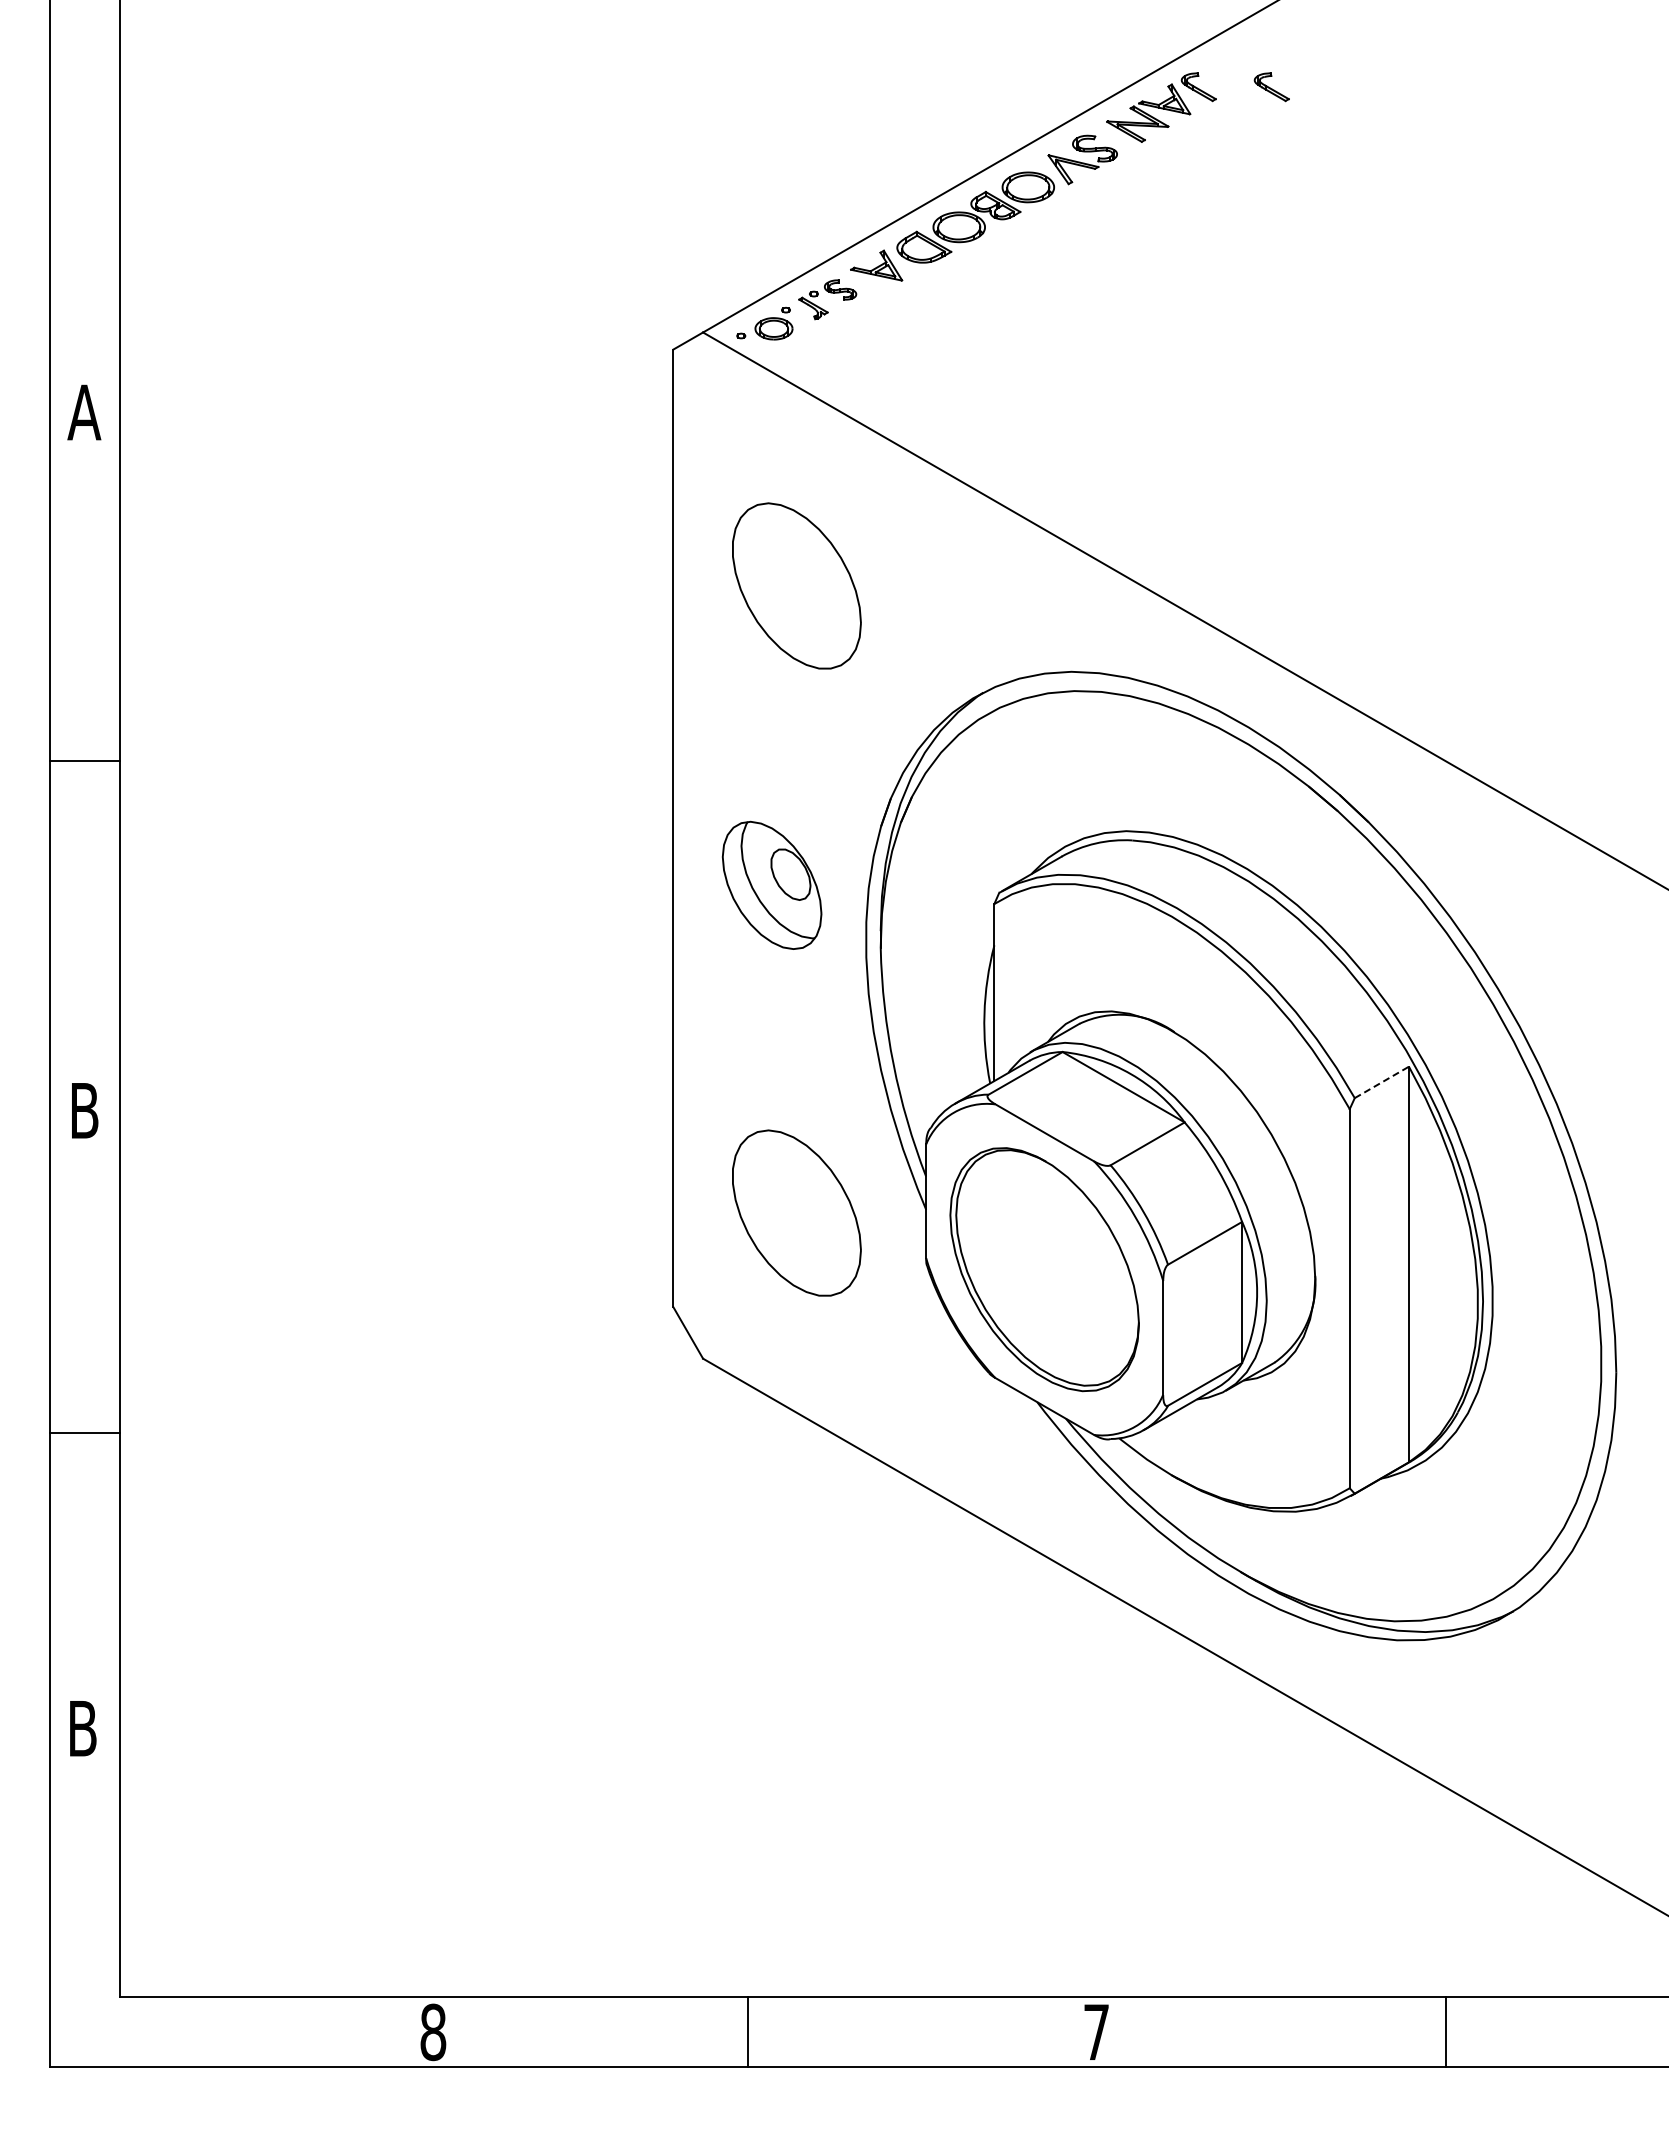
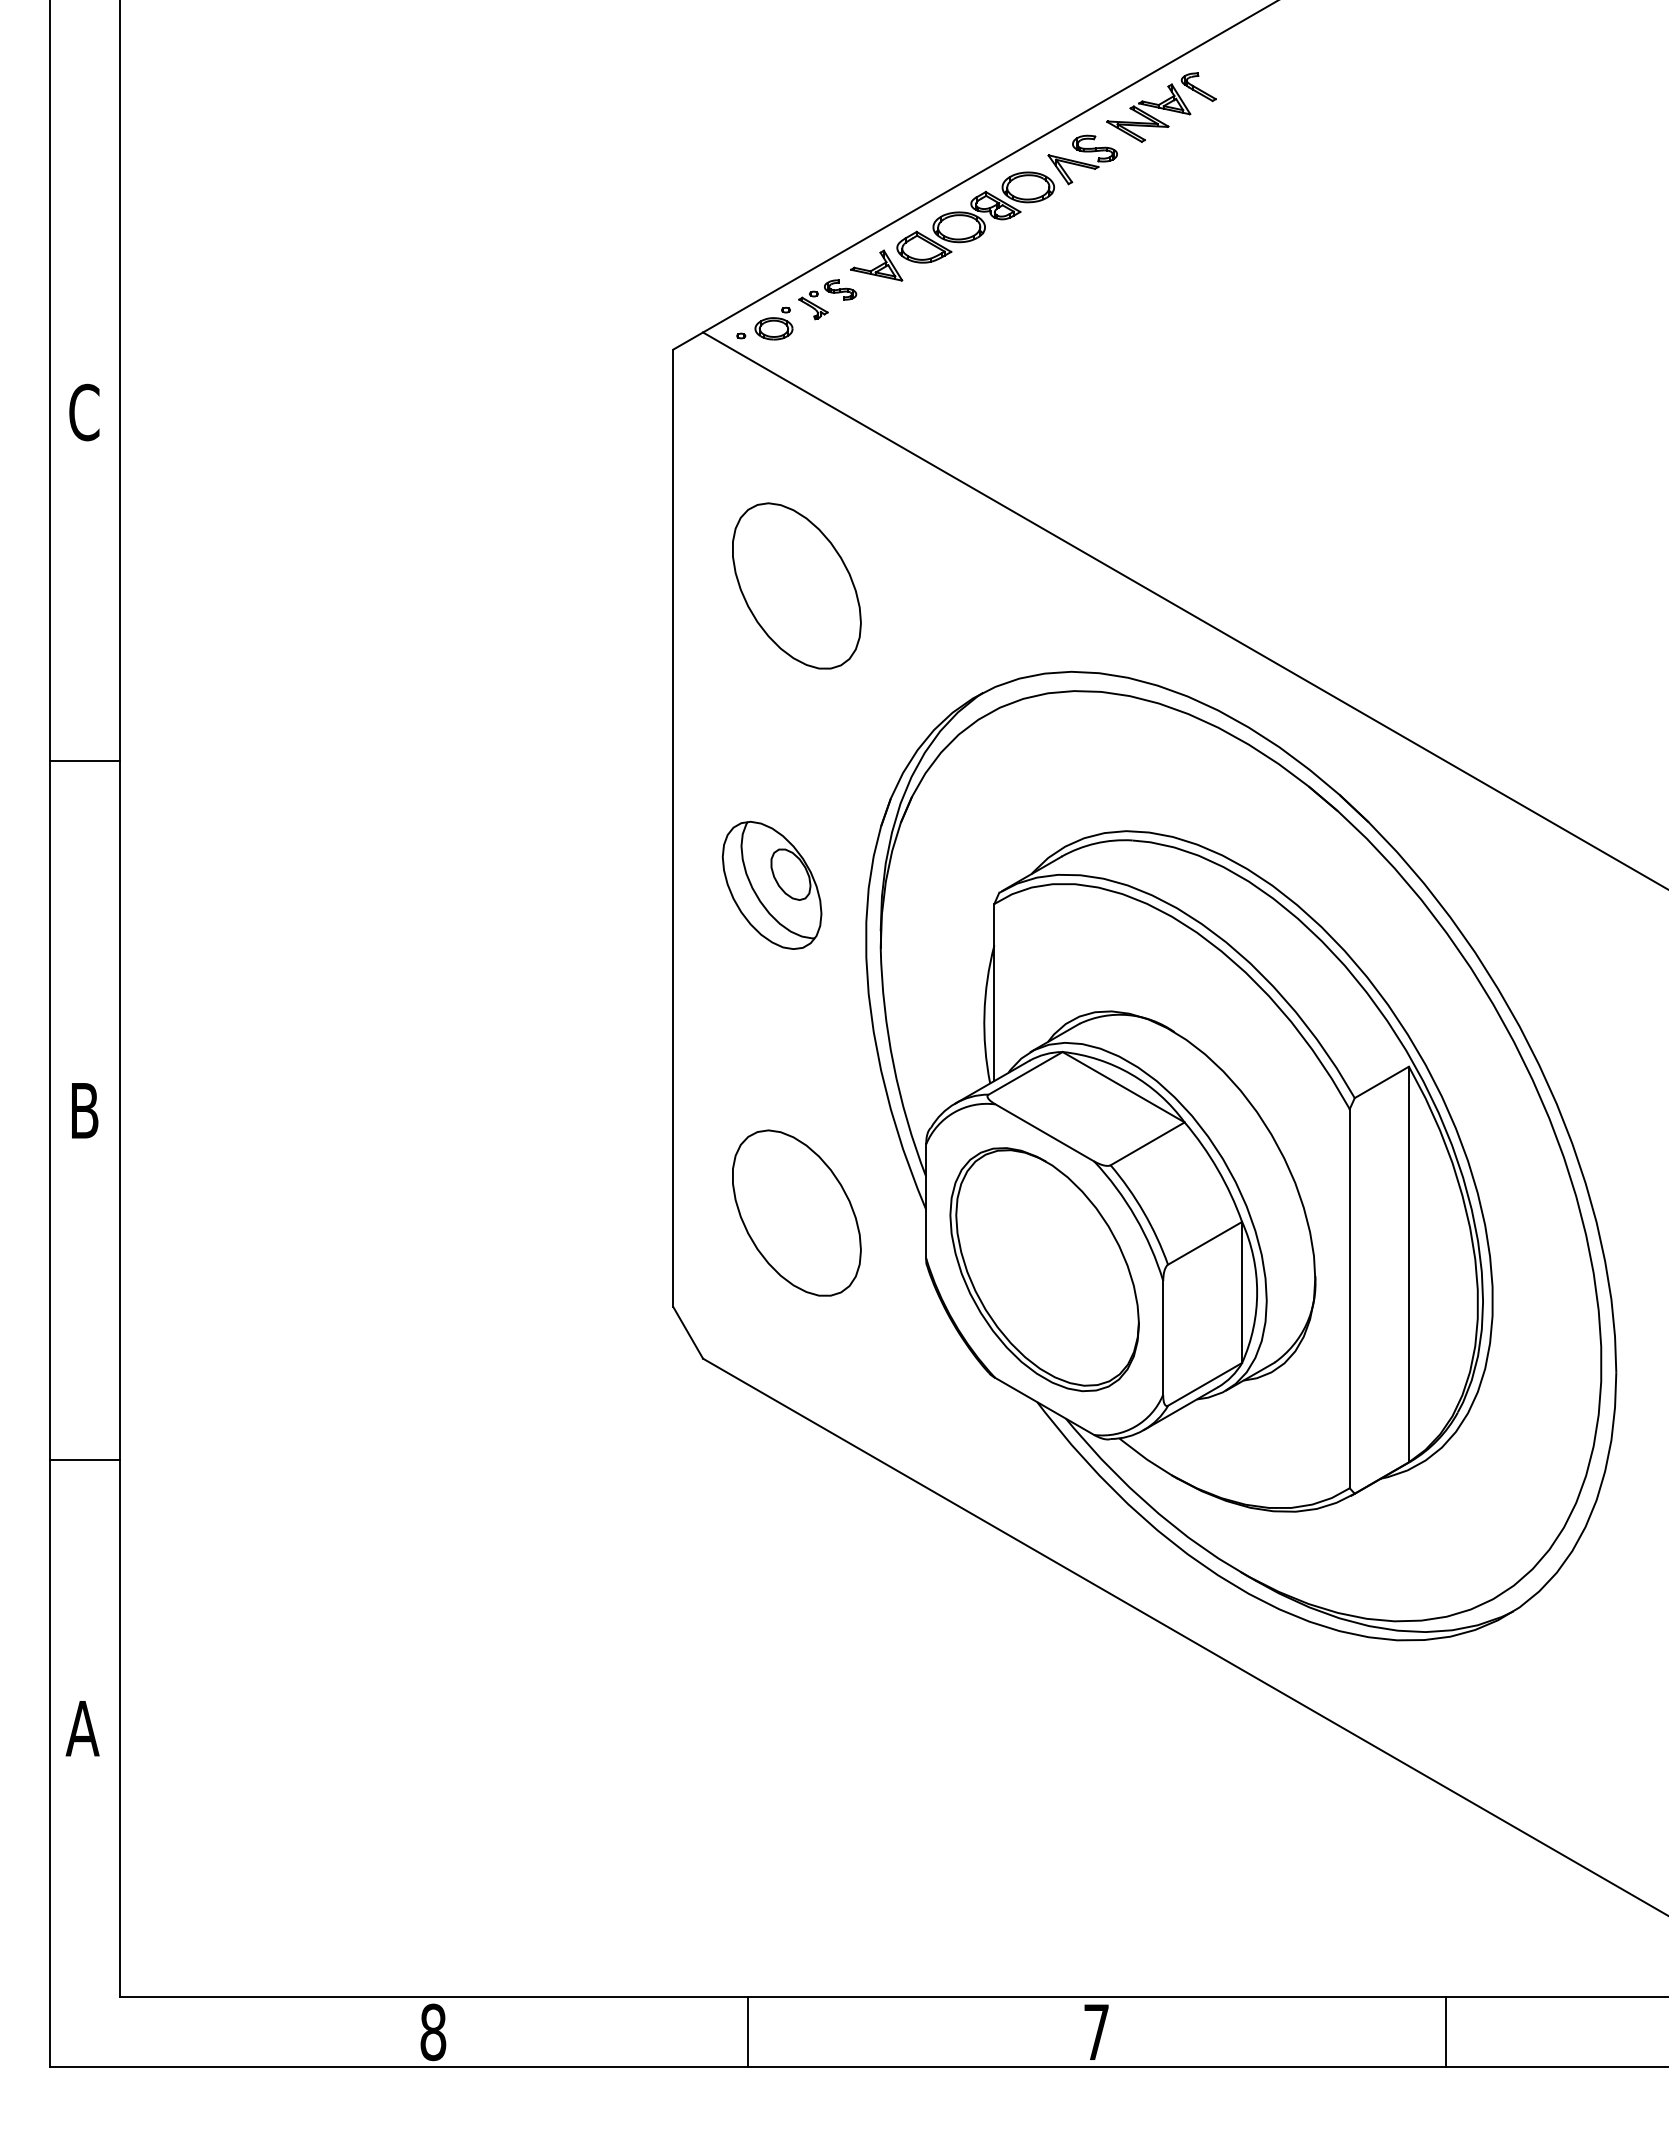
part at (1271, 87): present -> none
text at (84, 412): A -> C
line at (1382, 1082): dashed -> solid
line at (84, 1432) position: (84, 1432) -> (84, 1459)
text at (82, 1728): B -> A
